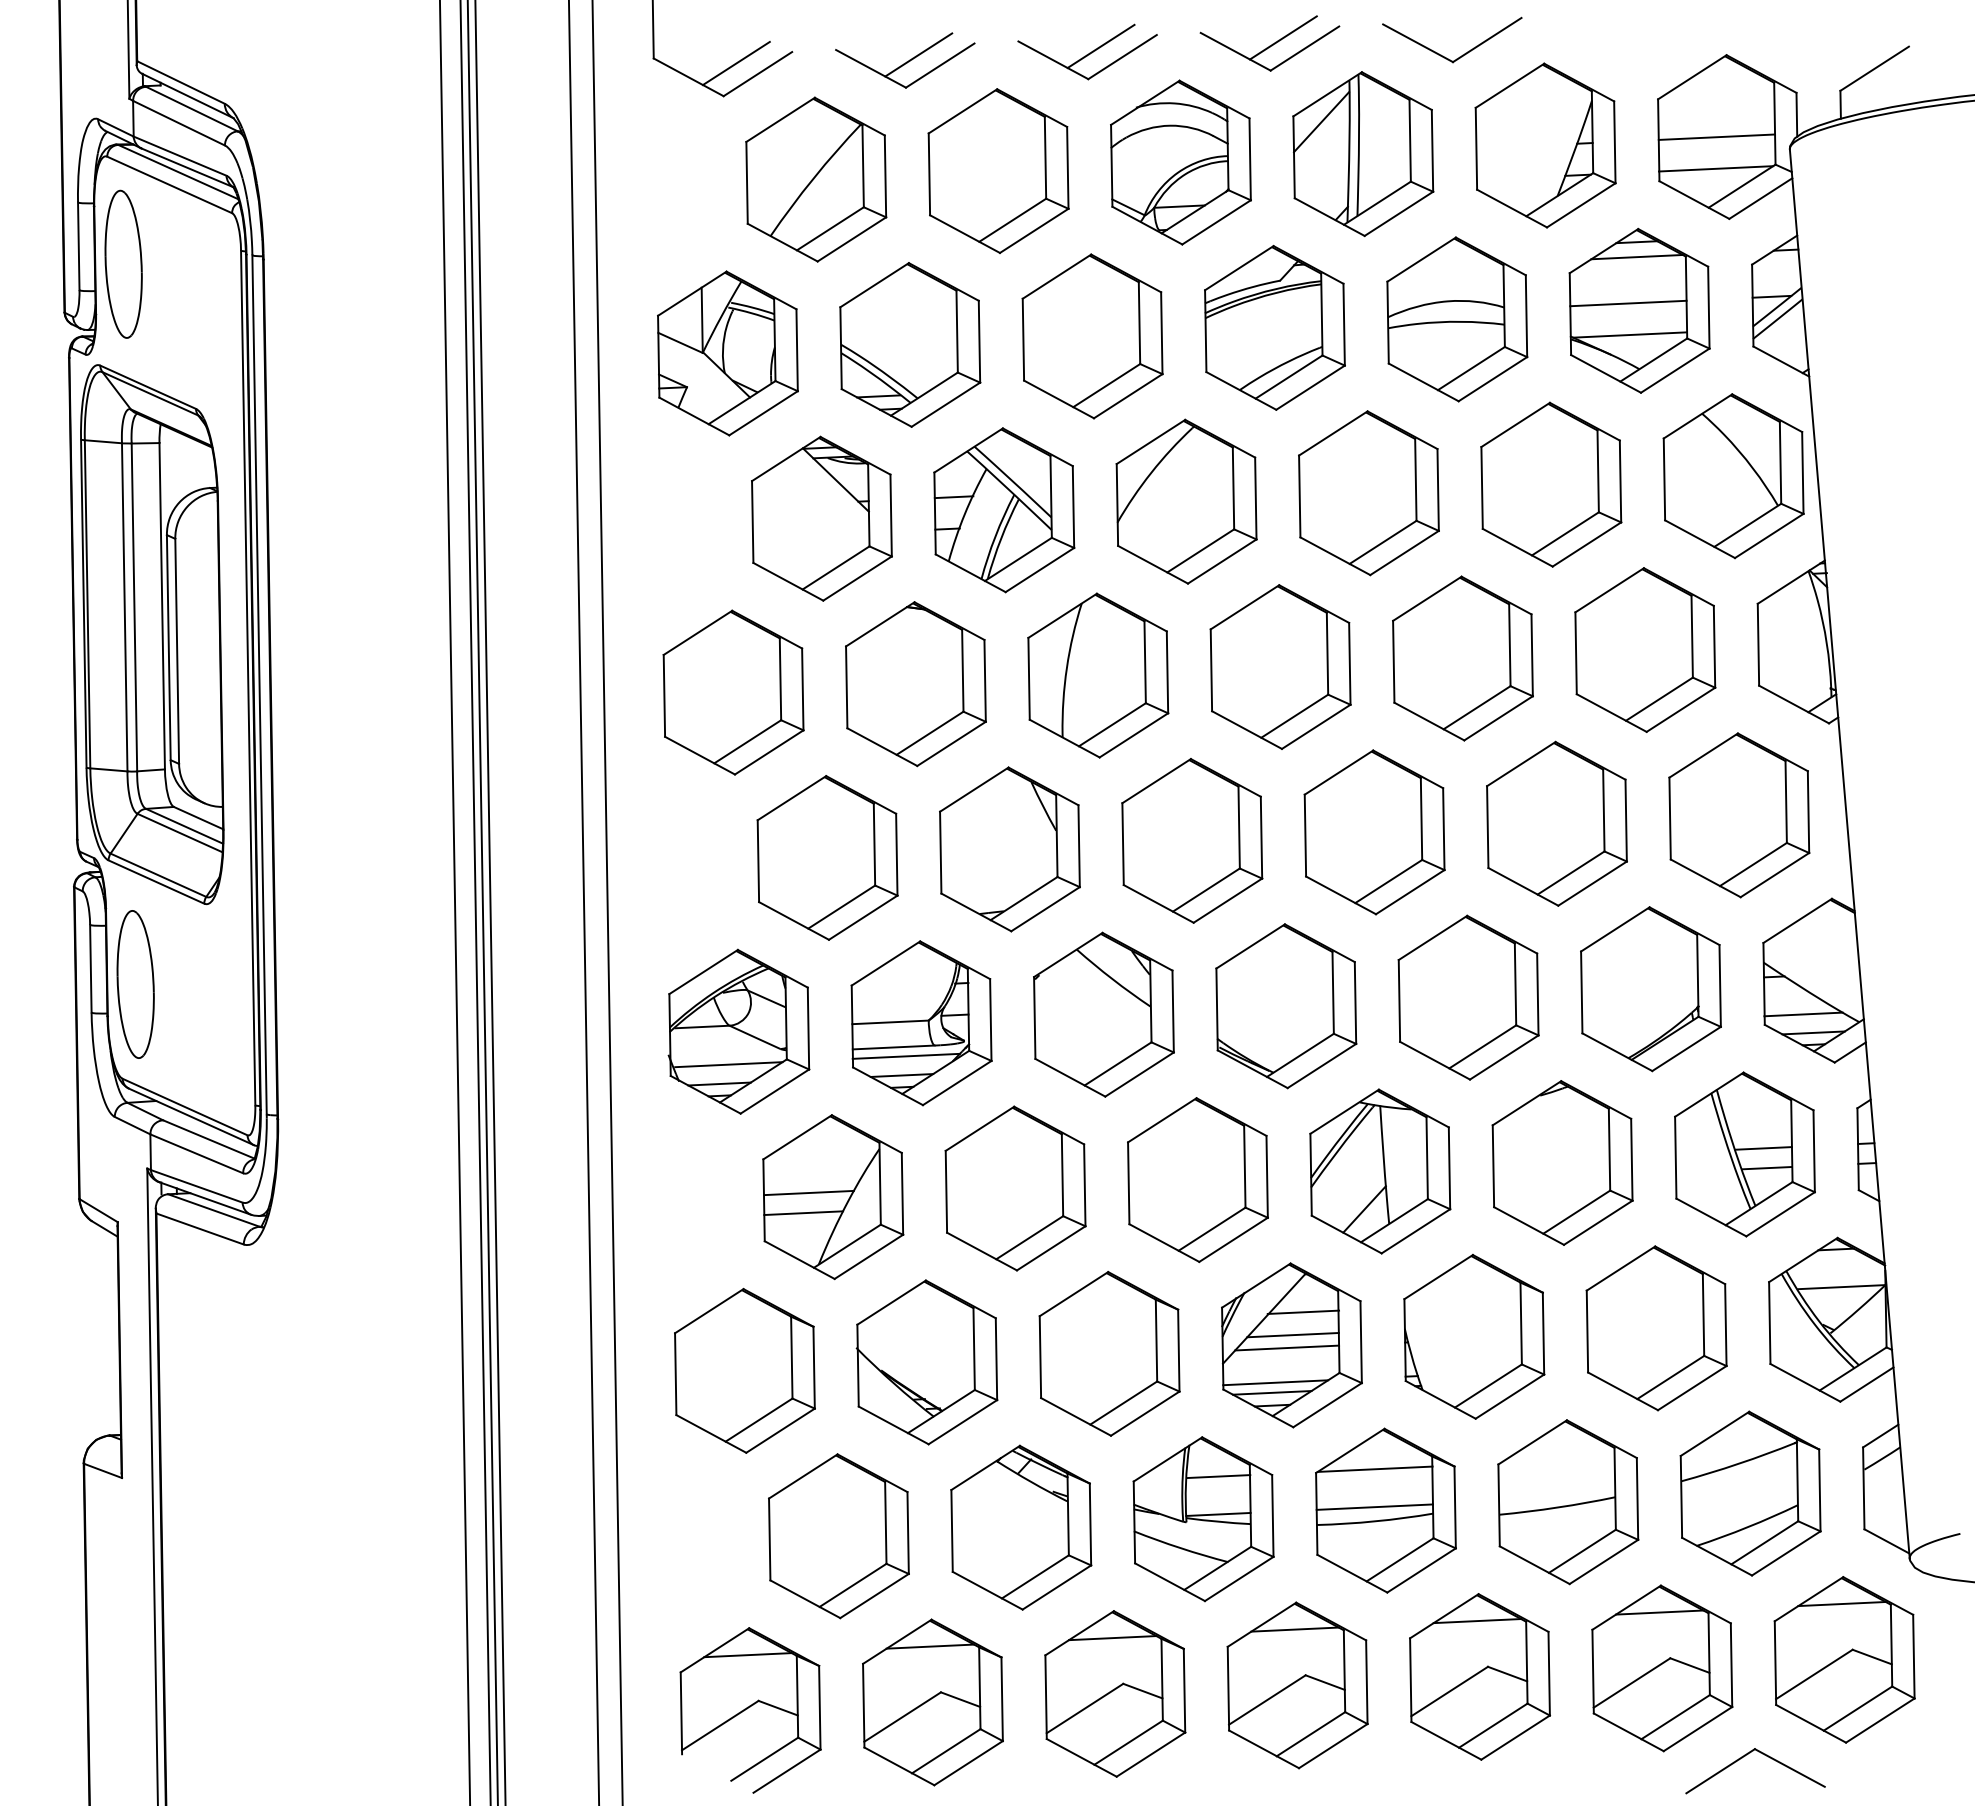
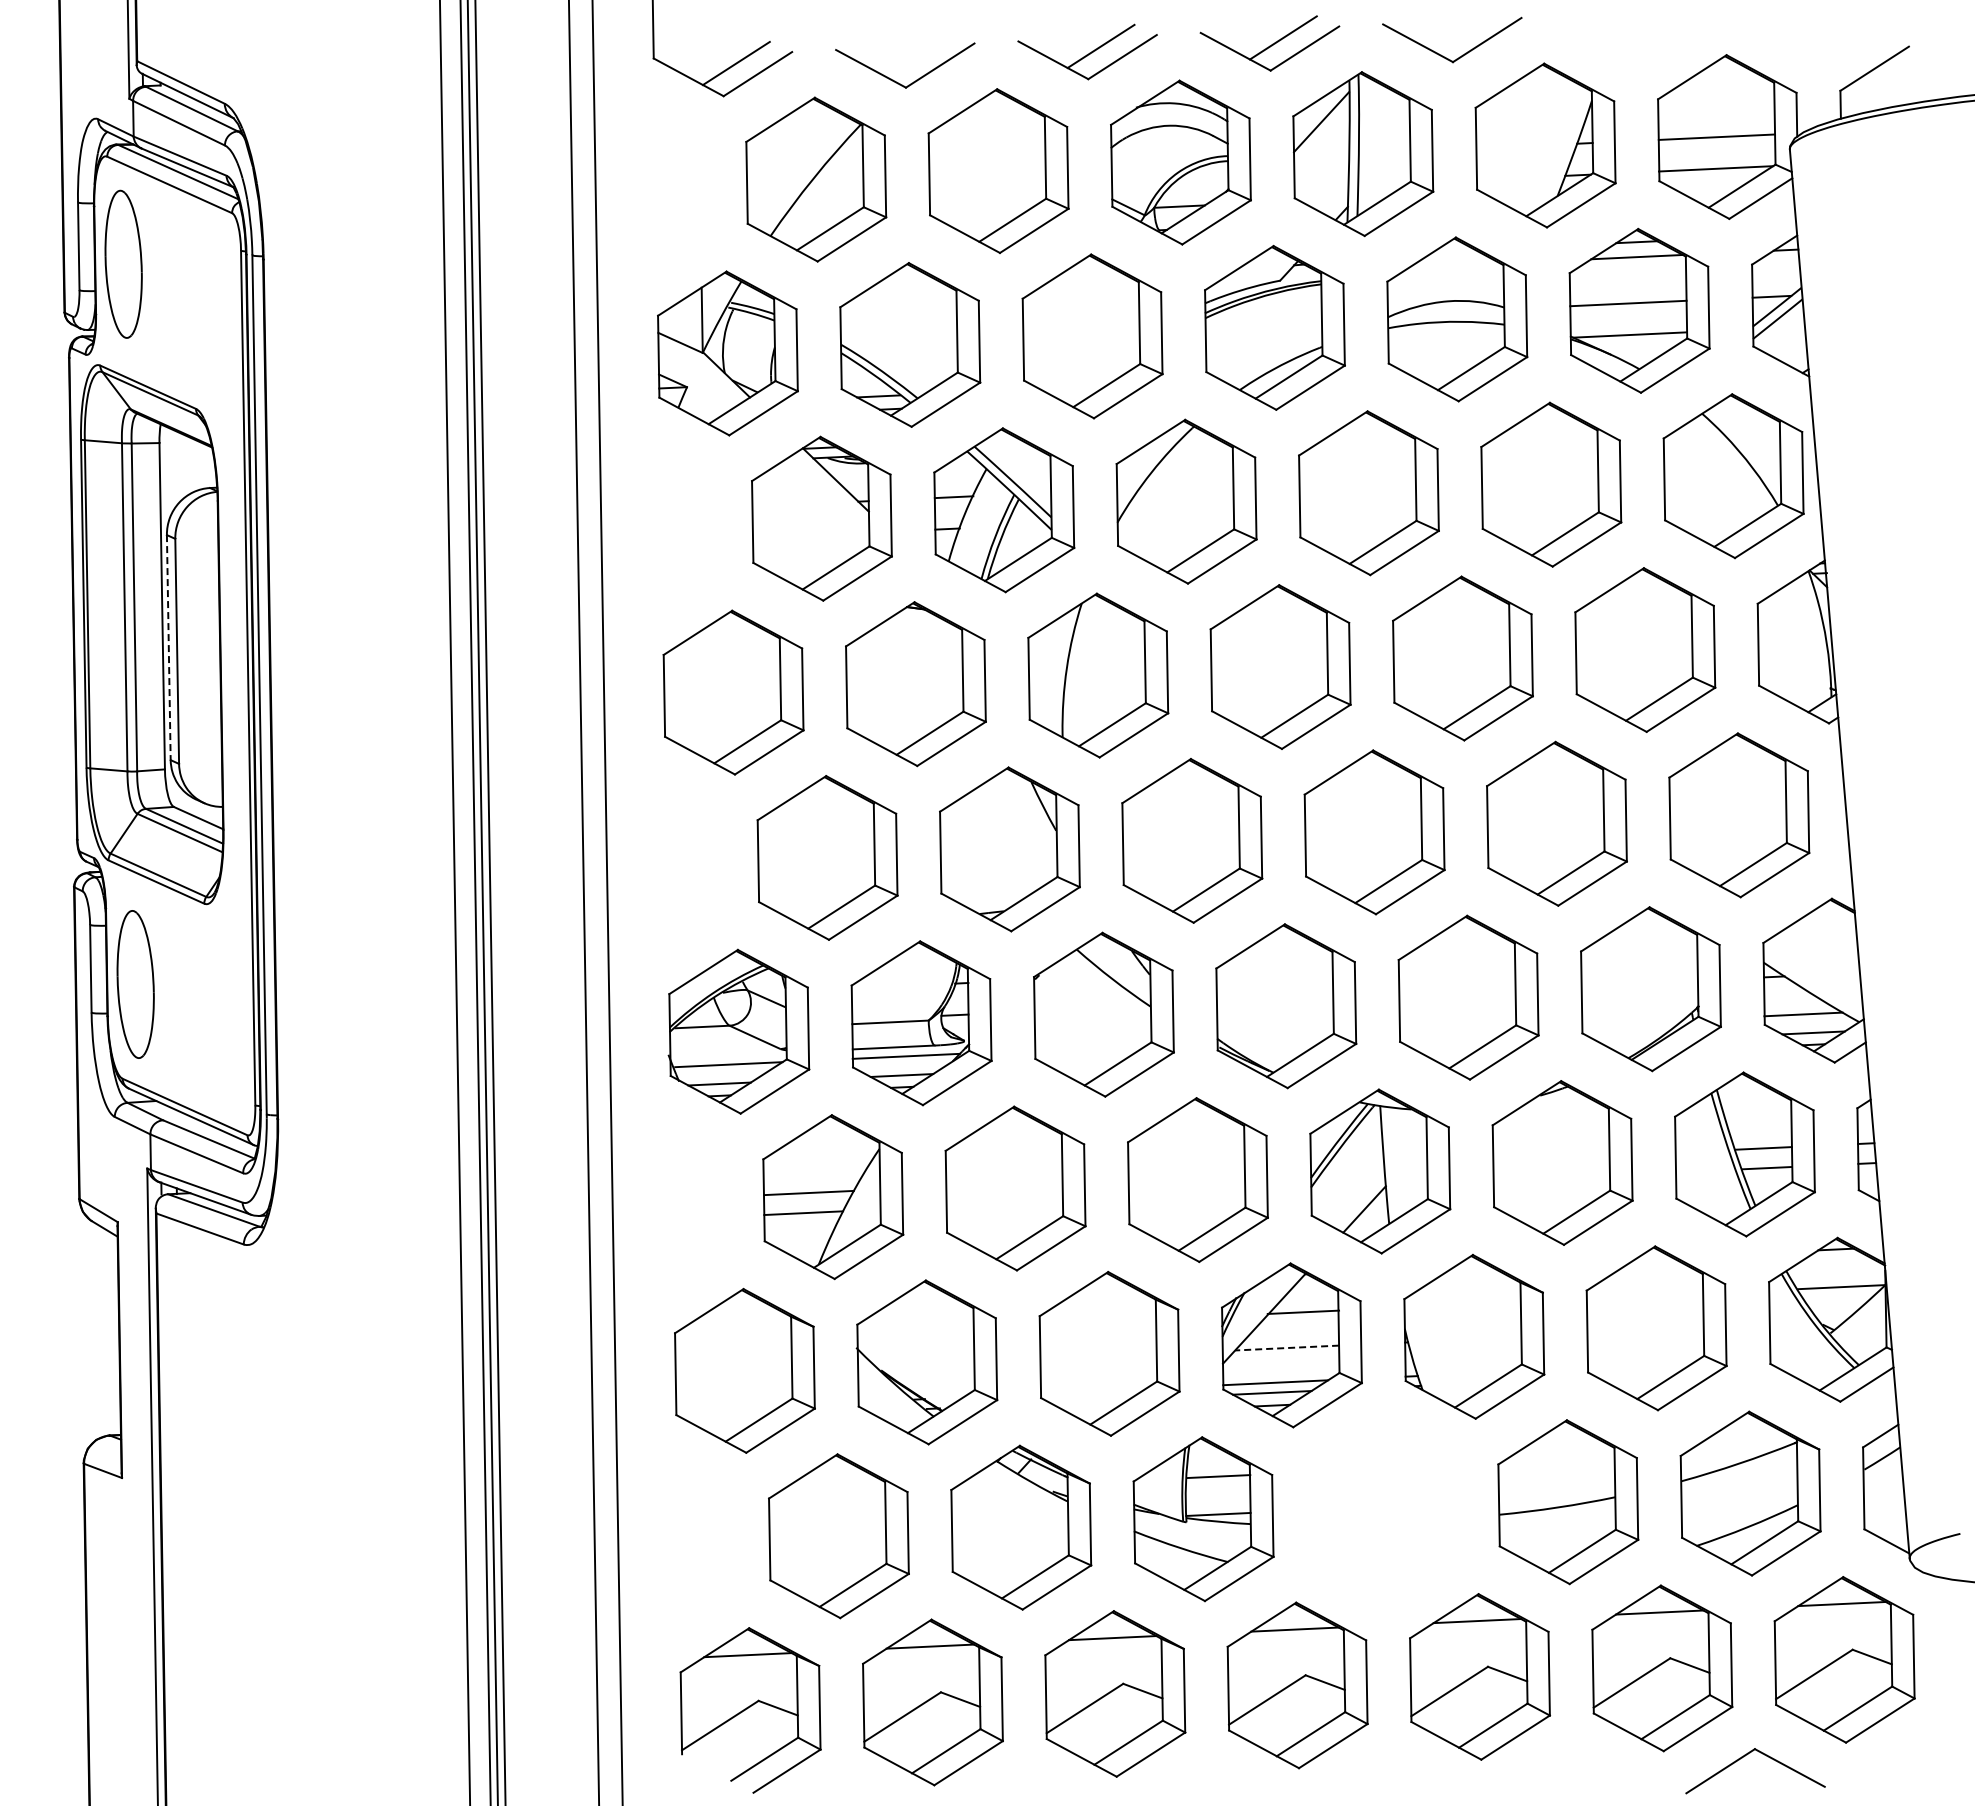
line at (918, 54): present -> none
line at (168, 647): solid -> dashed
line at (1292, 1334): present -> none
line at (1287, 1348): solid -> dashed
part at (1385, 1510): present -> none
